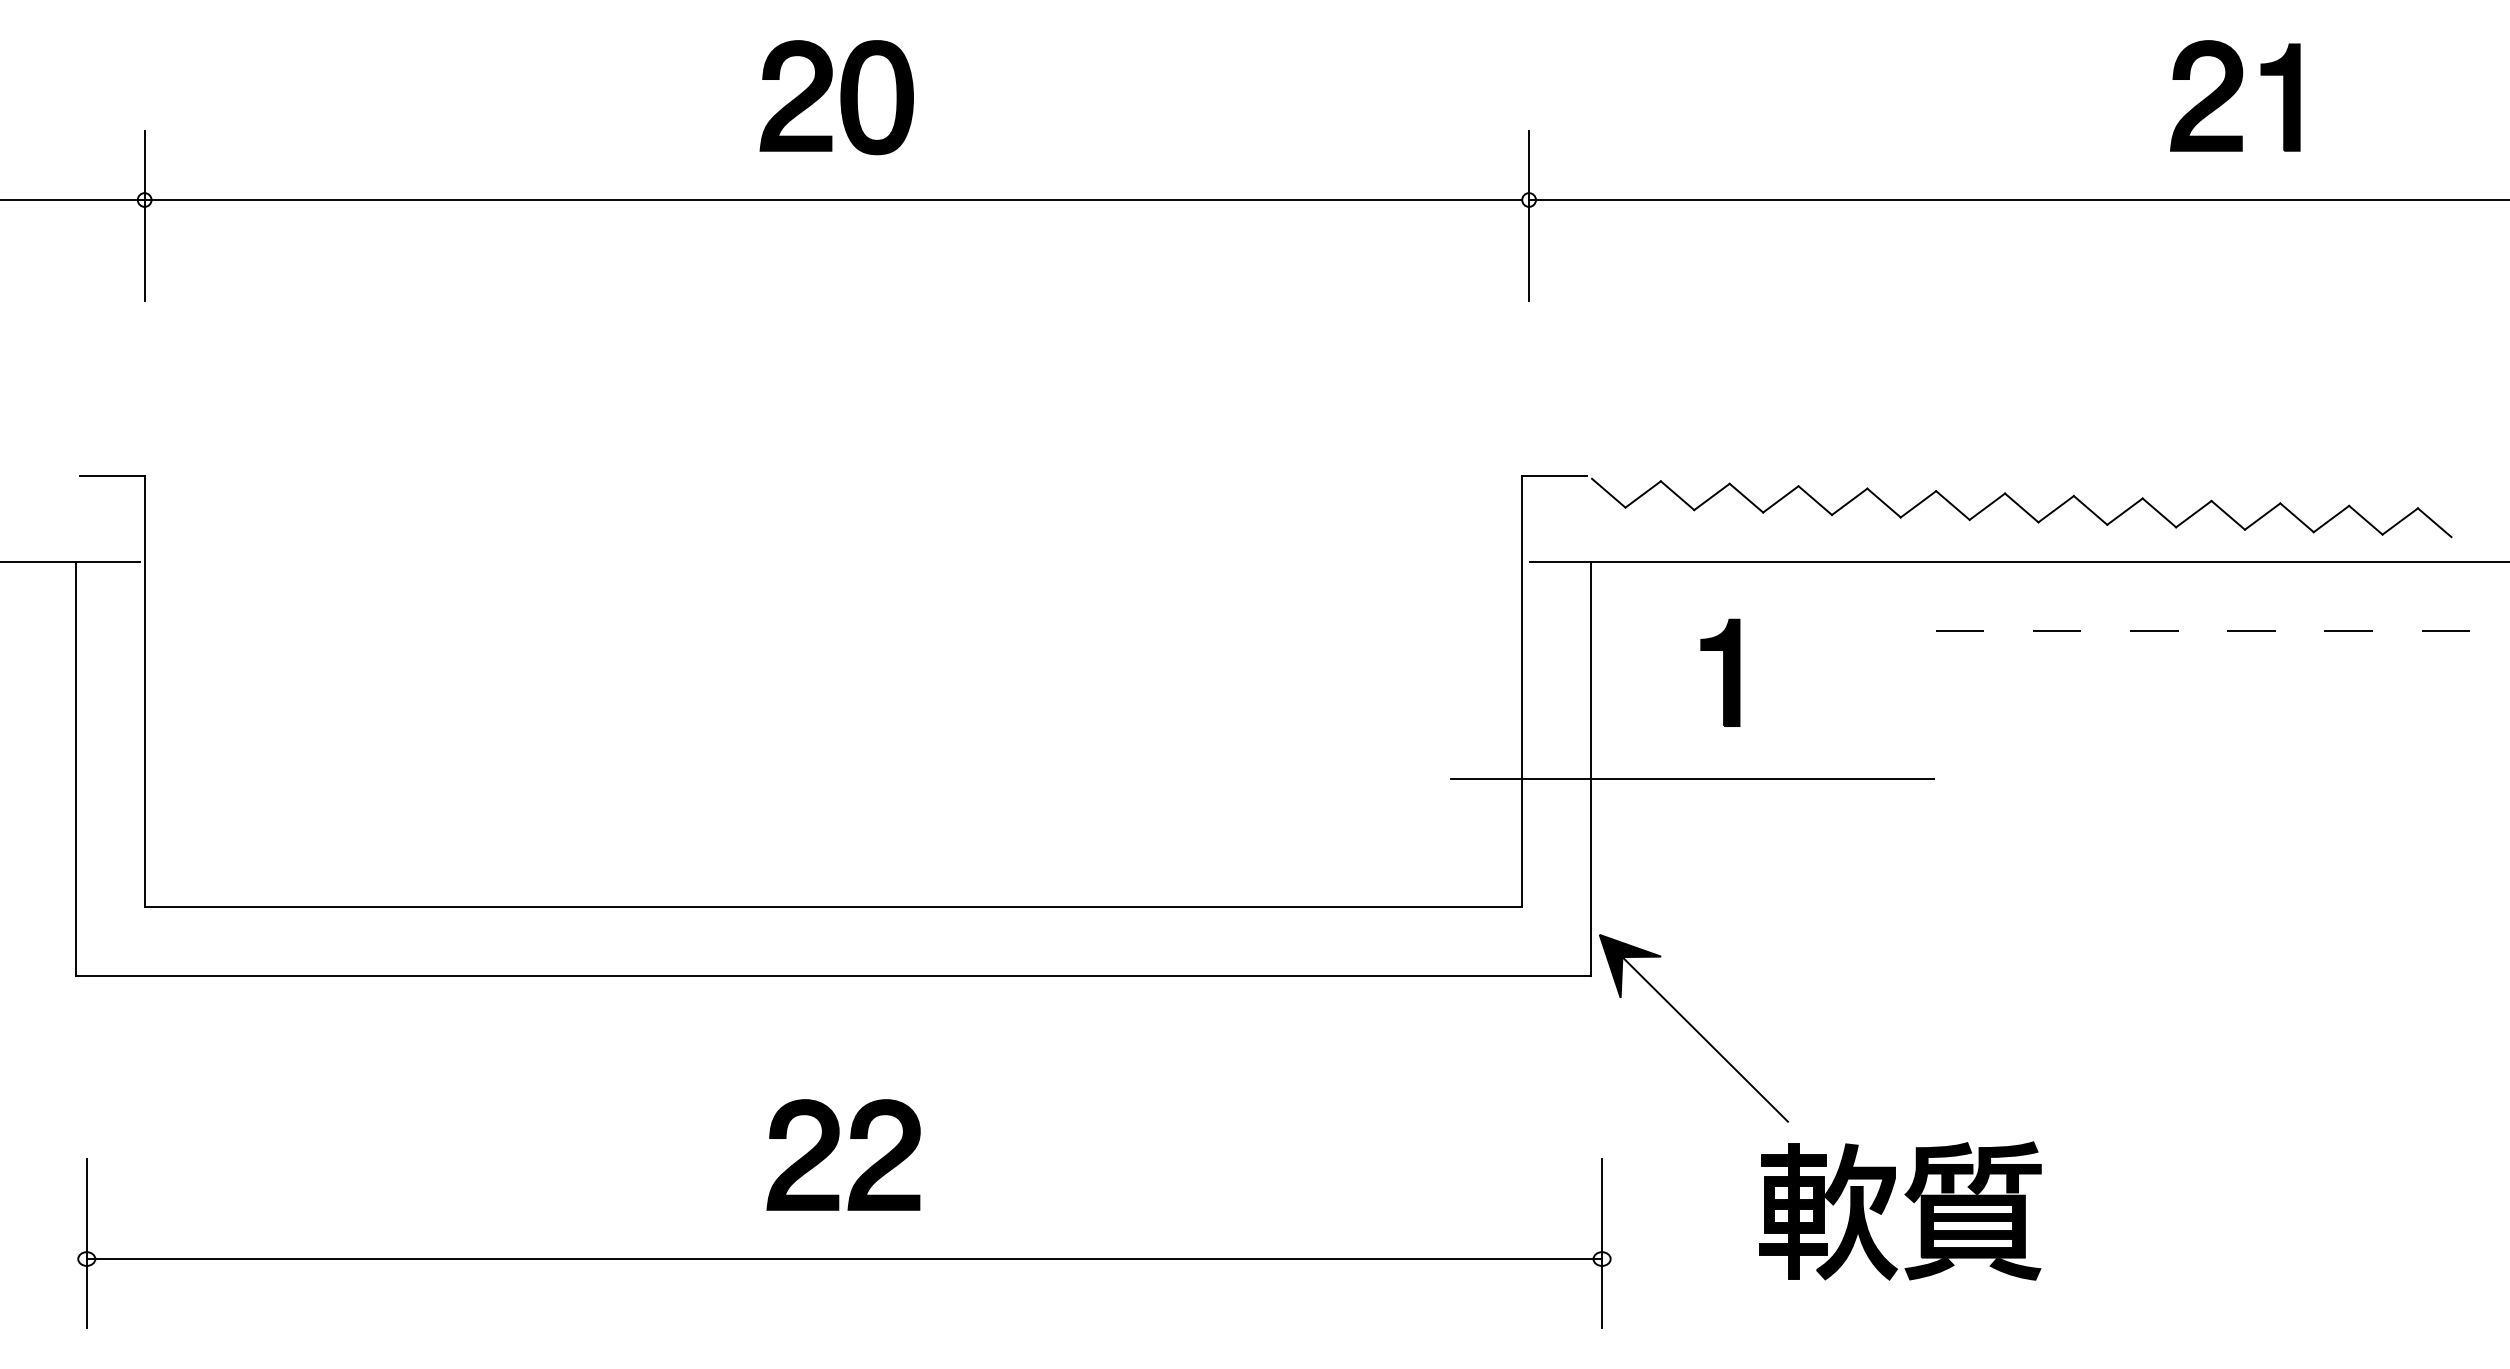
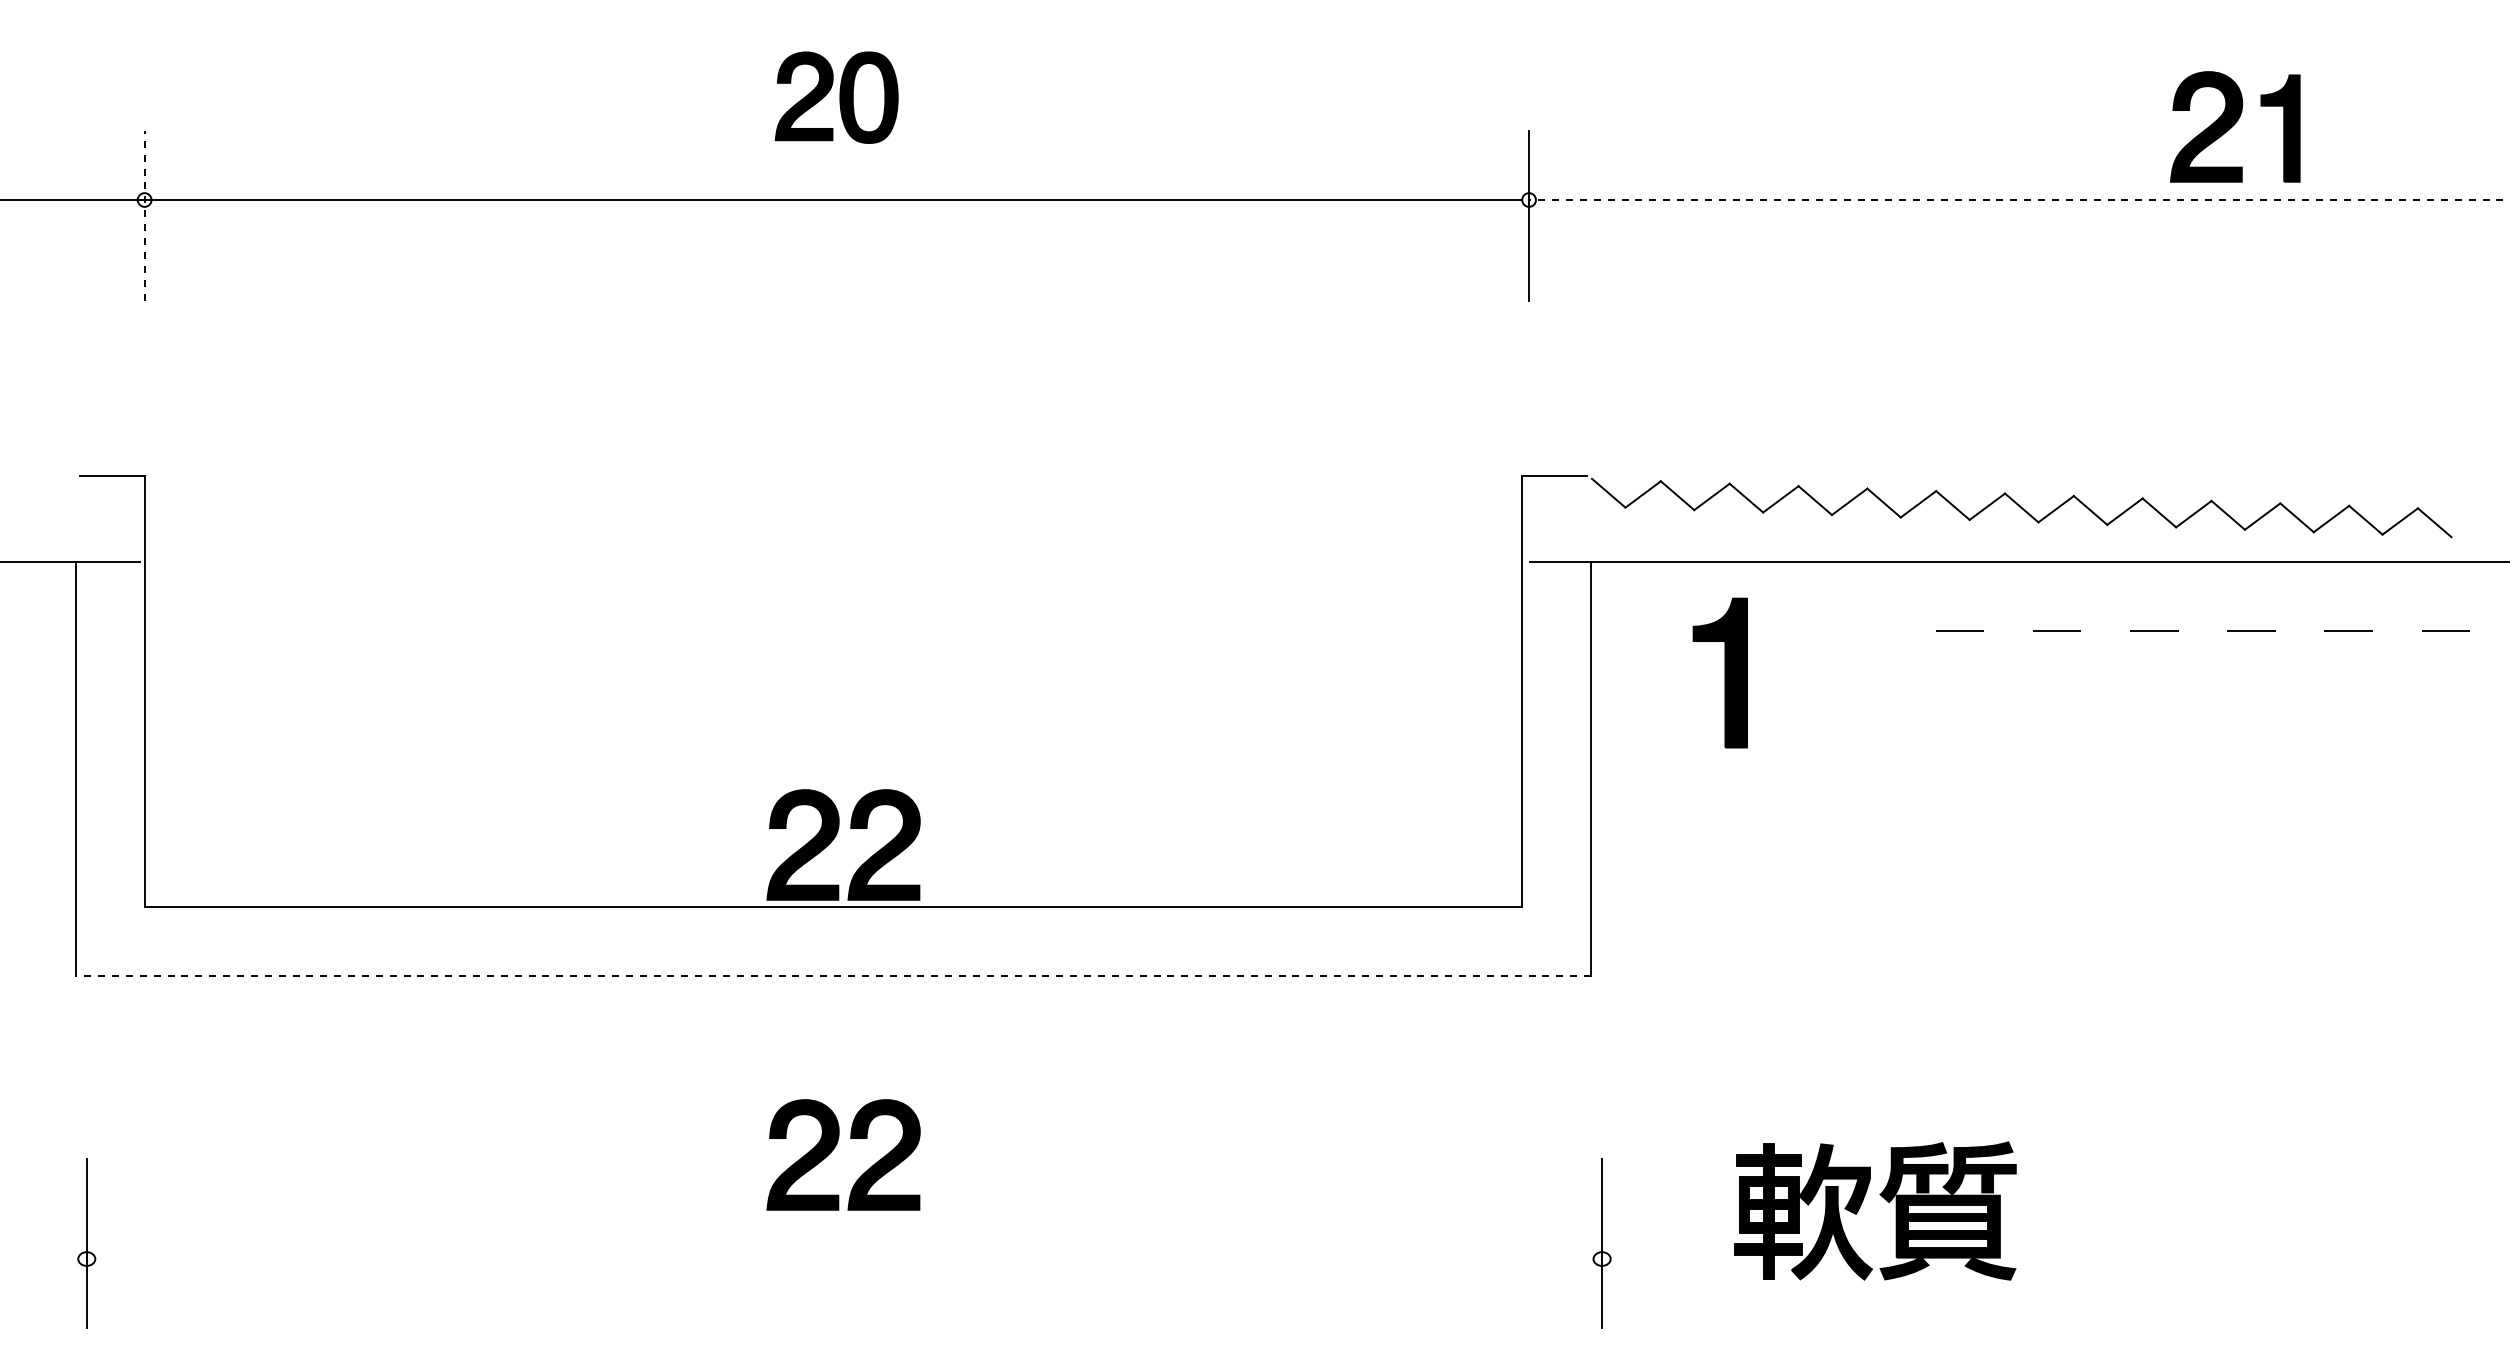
part at (2235, 95) position: (2235, 95) -> (2235, 126)
part at (836, 97) size: 155x116 px -> 125x93 px
line at (2018, 200): solid -> dashed
line at (144, 215): solid -> dashed
part at (1720, 672) size: 41x109 px -> 56x152 px
line at (1692, 779): present -> none
part at (834, 839): none -> present
line at (833, 975): solid -> dashed
part at (1693, 1028): present -> none
part at (1910, 1200) position: (1910, 1200) -> (1885, 1200)
line at (844, 1259): present -> none
